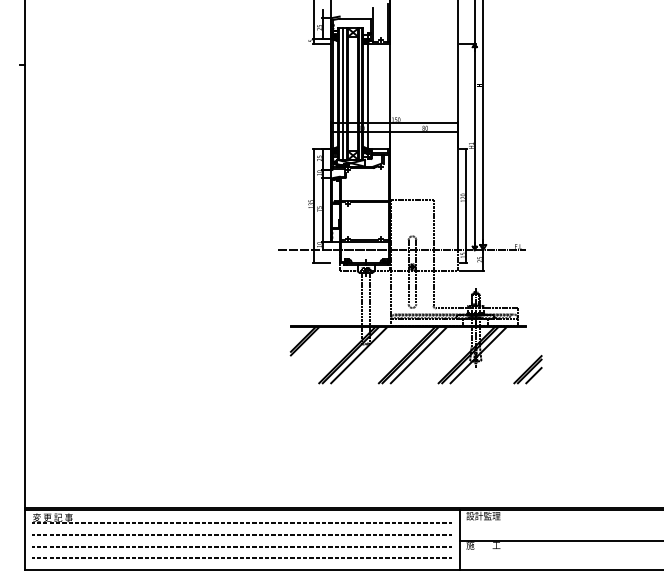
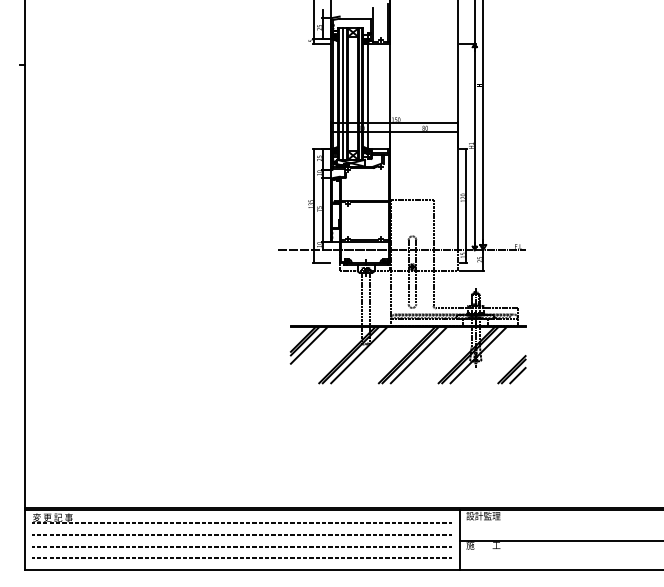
line at (308, 345): none -> present
part at (527, 369) position: (527, 369) -> (511, 369)
